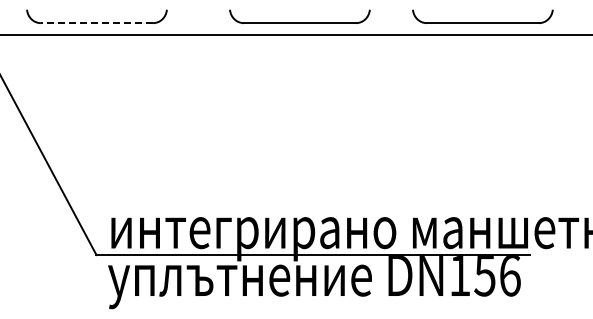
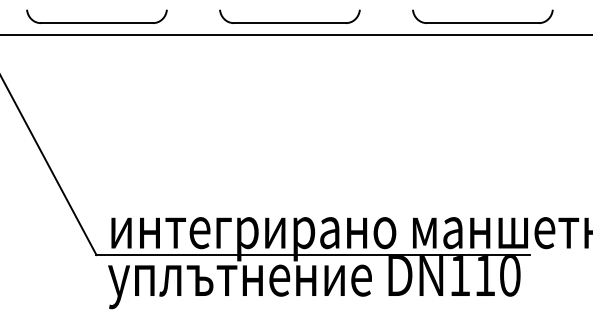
part at (299, 16) position: (299, 16) -> (289, 16)
line at (96, 23): dashed -> solid
text at (497, 276): DN156 -> DN110
